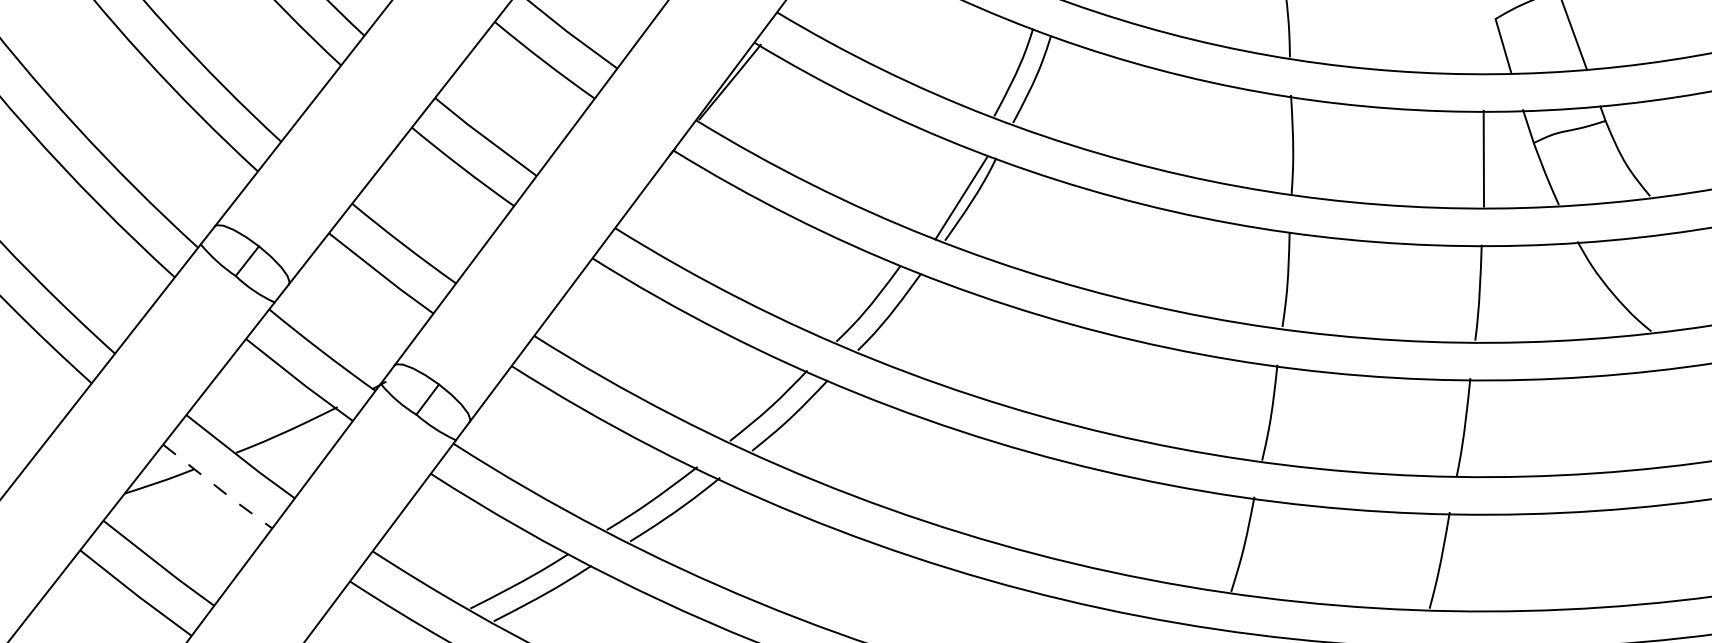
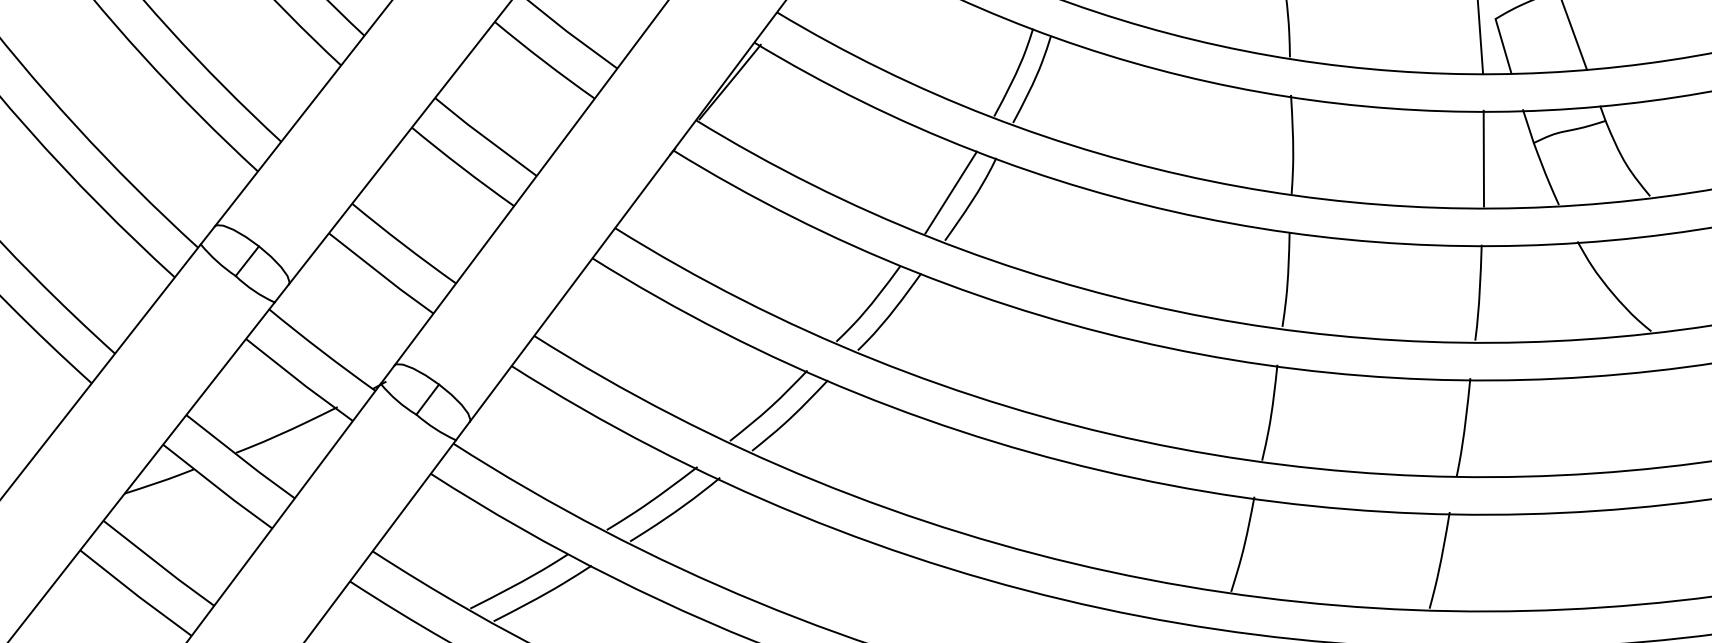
line at (1480, 37): none -> present
line at (960, 198) position: (960, 198) -> (950, 192)
line at (218, 487): dashed -> solid
